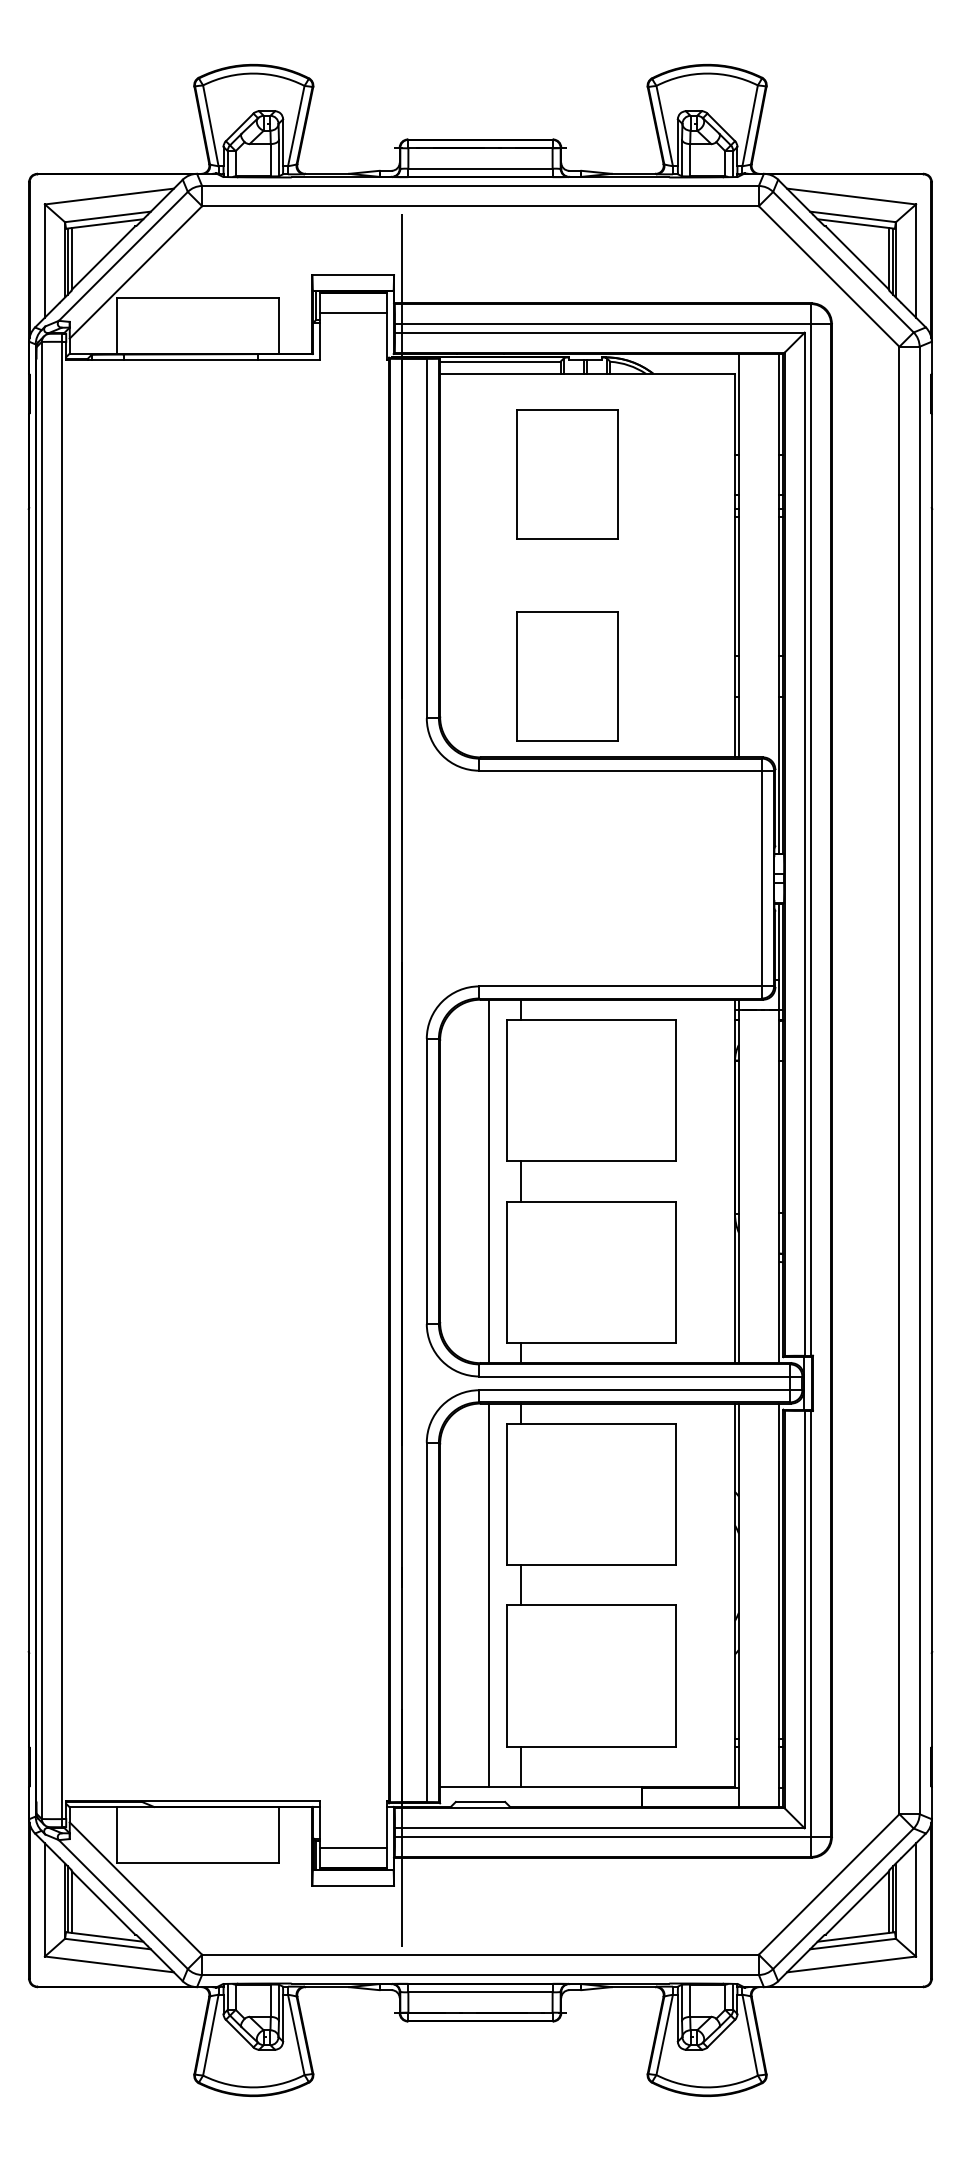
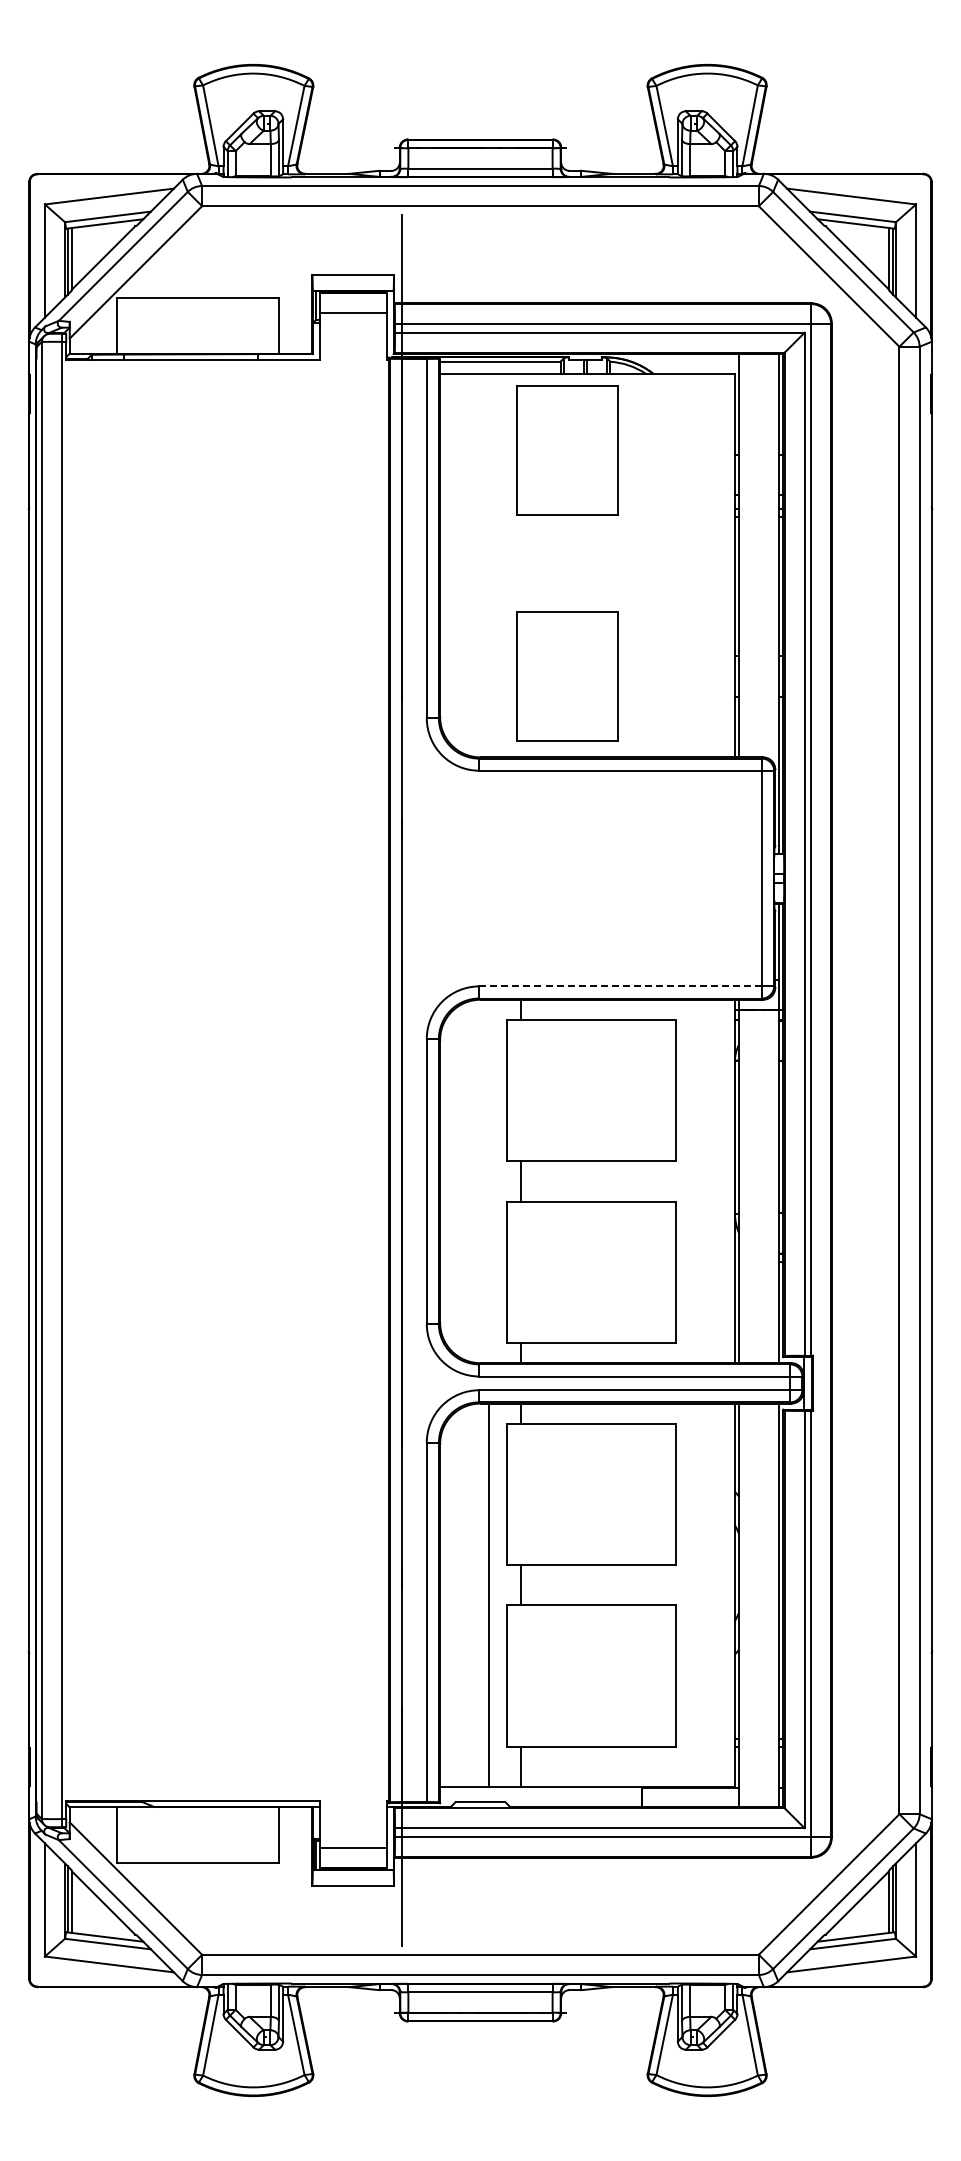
part at (567, 474) position: (567, 474) -> (567, 450)
line at (621, 986): solid -> dashed
line at (488, 1181): present -> none
